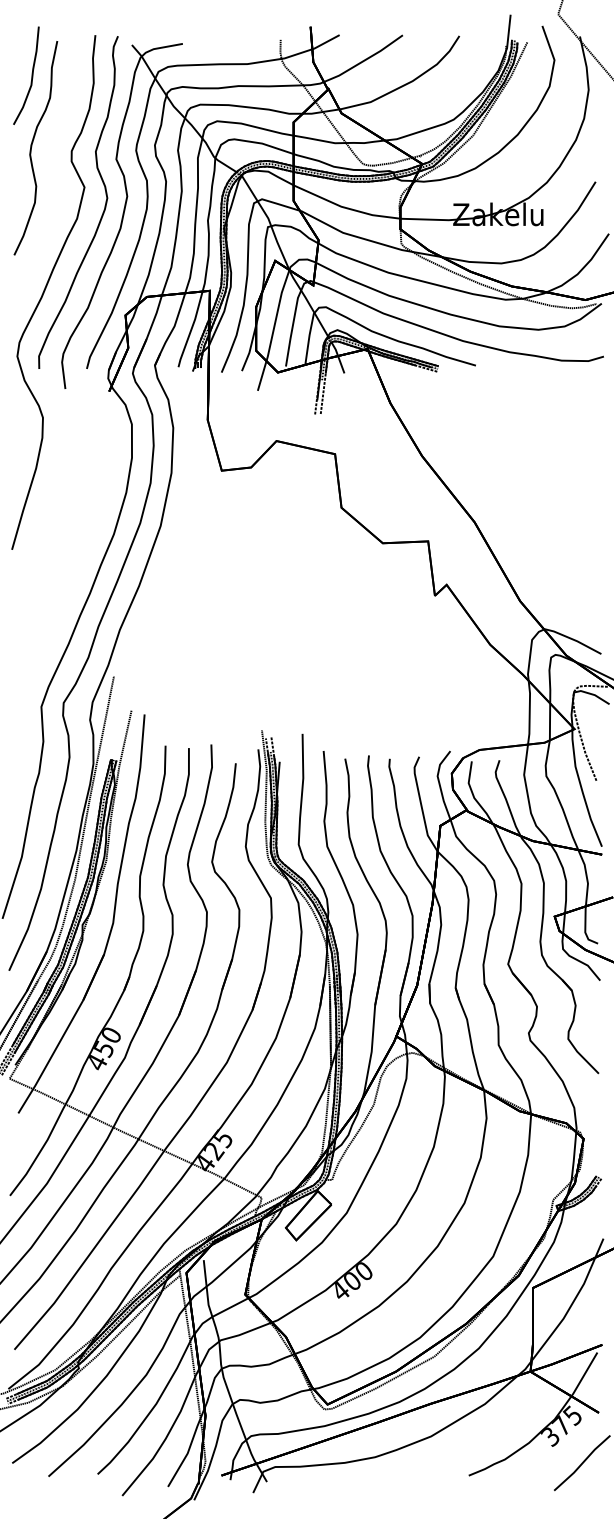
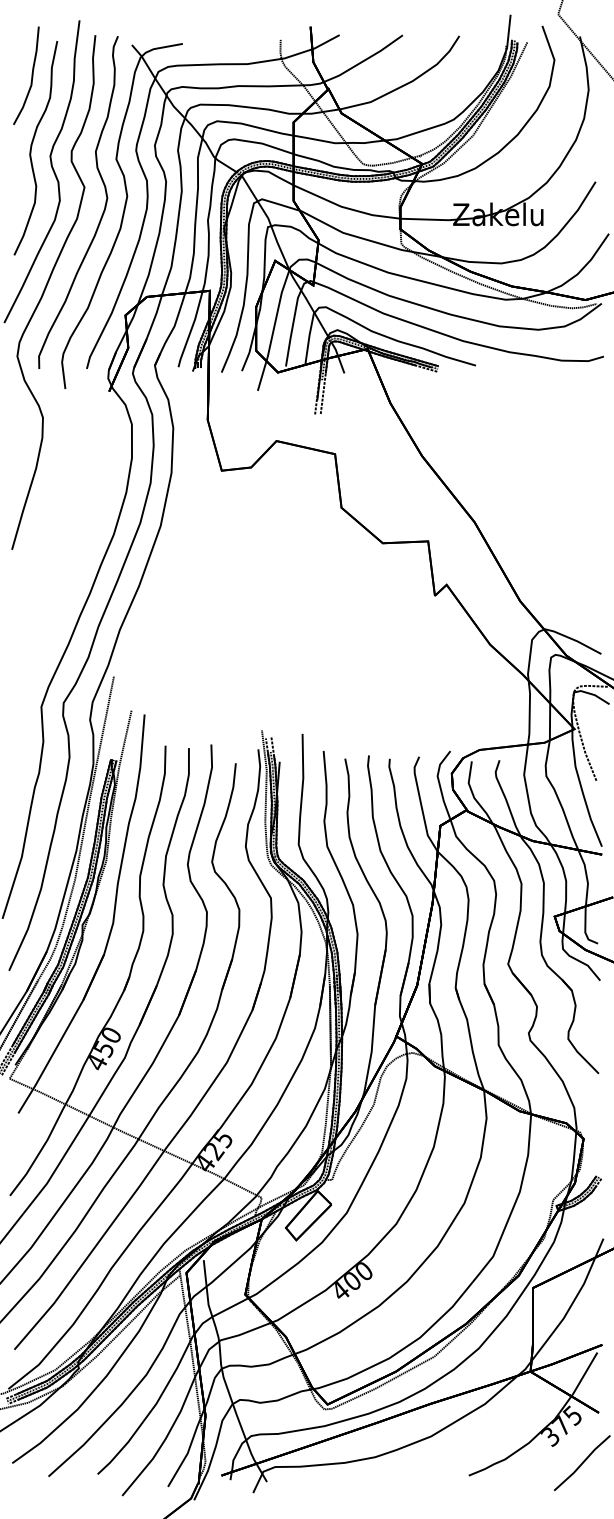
curve at (51, 168): none -> present
